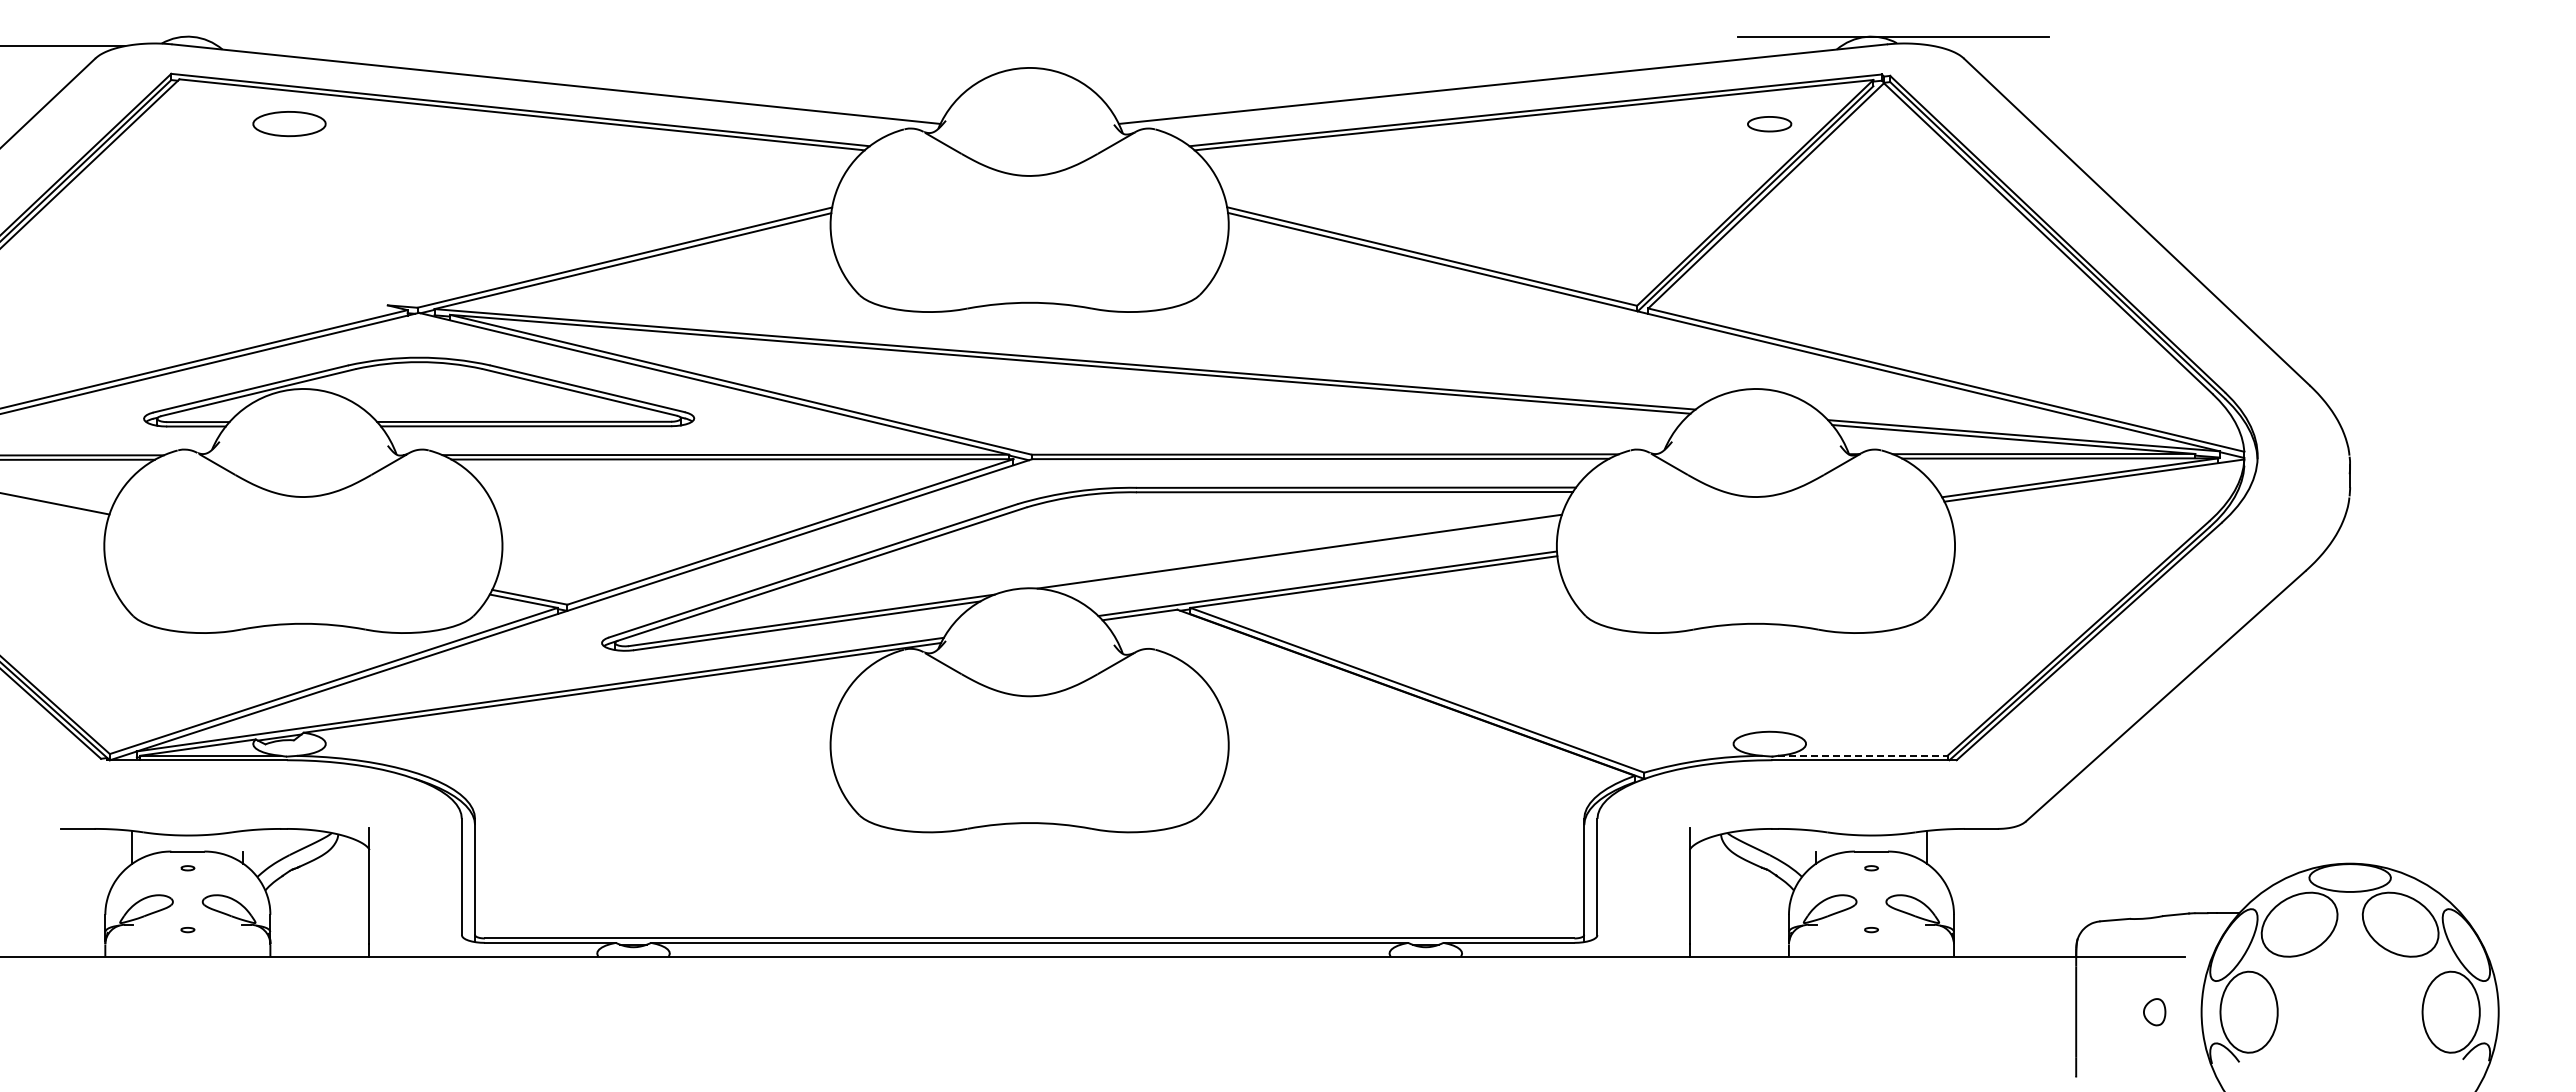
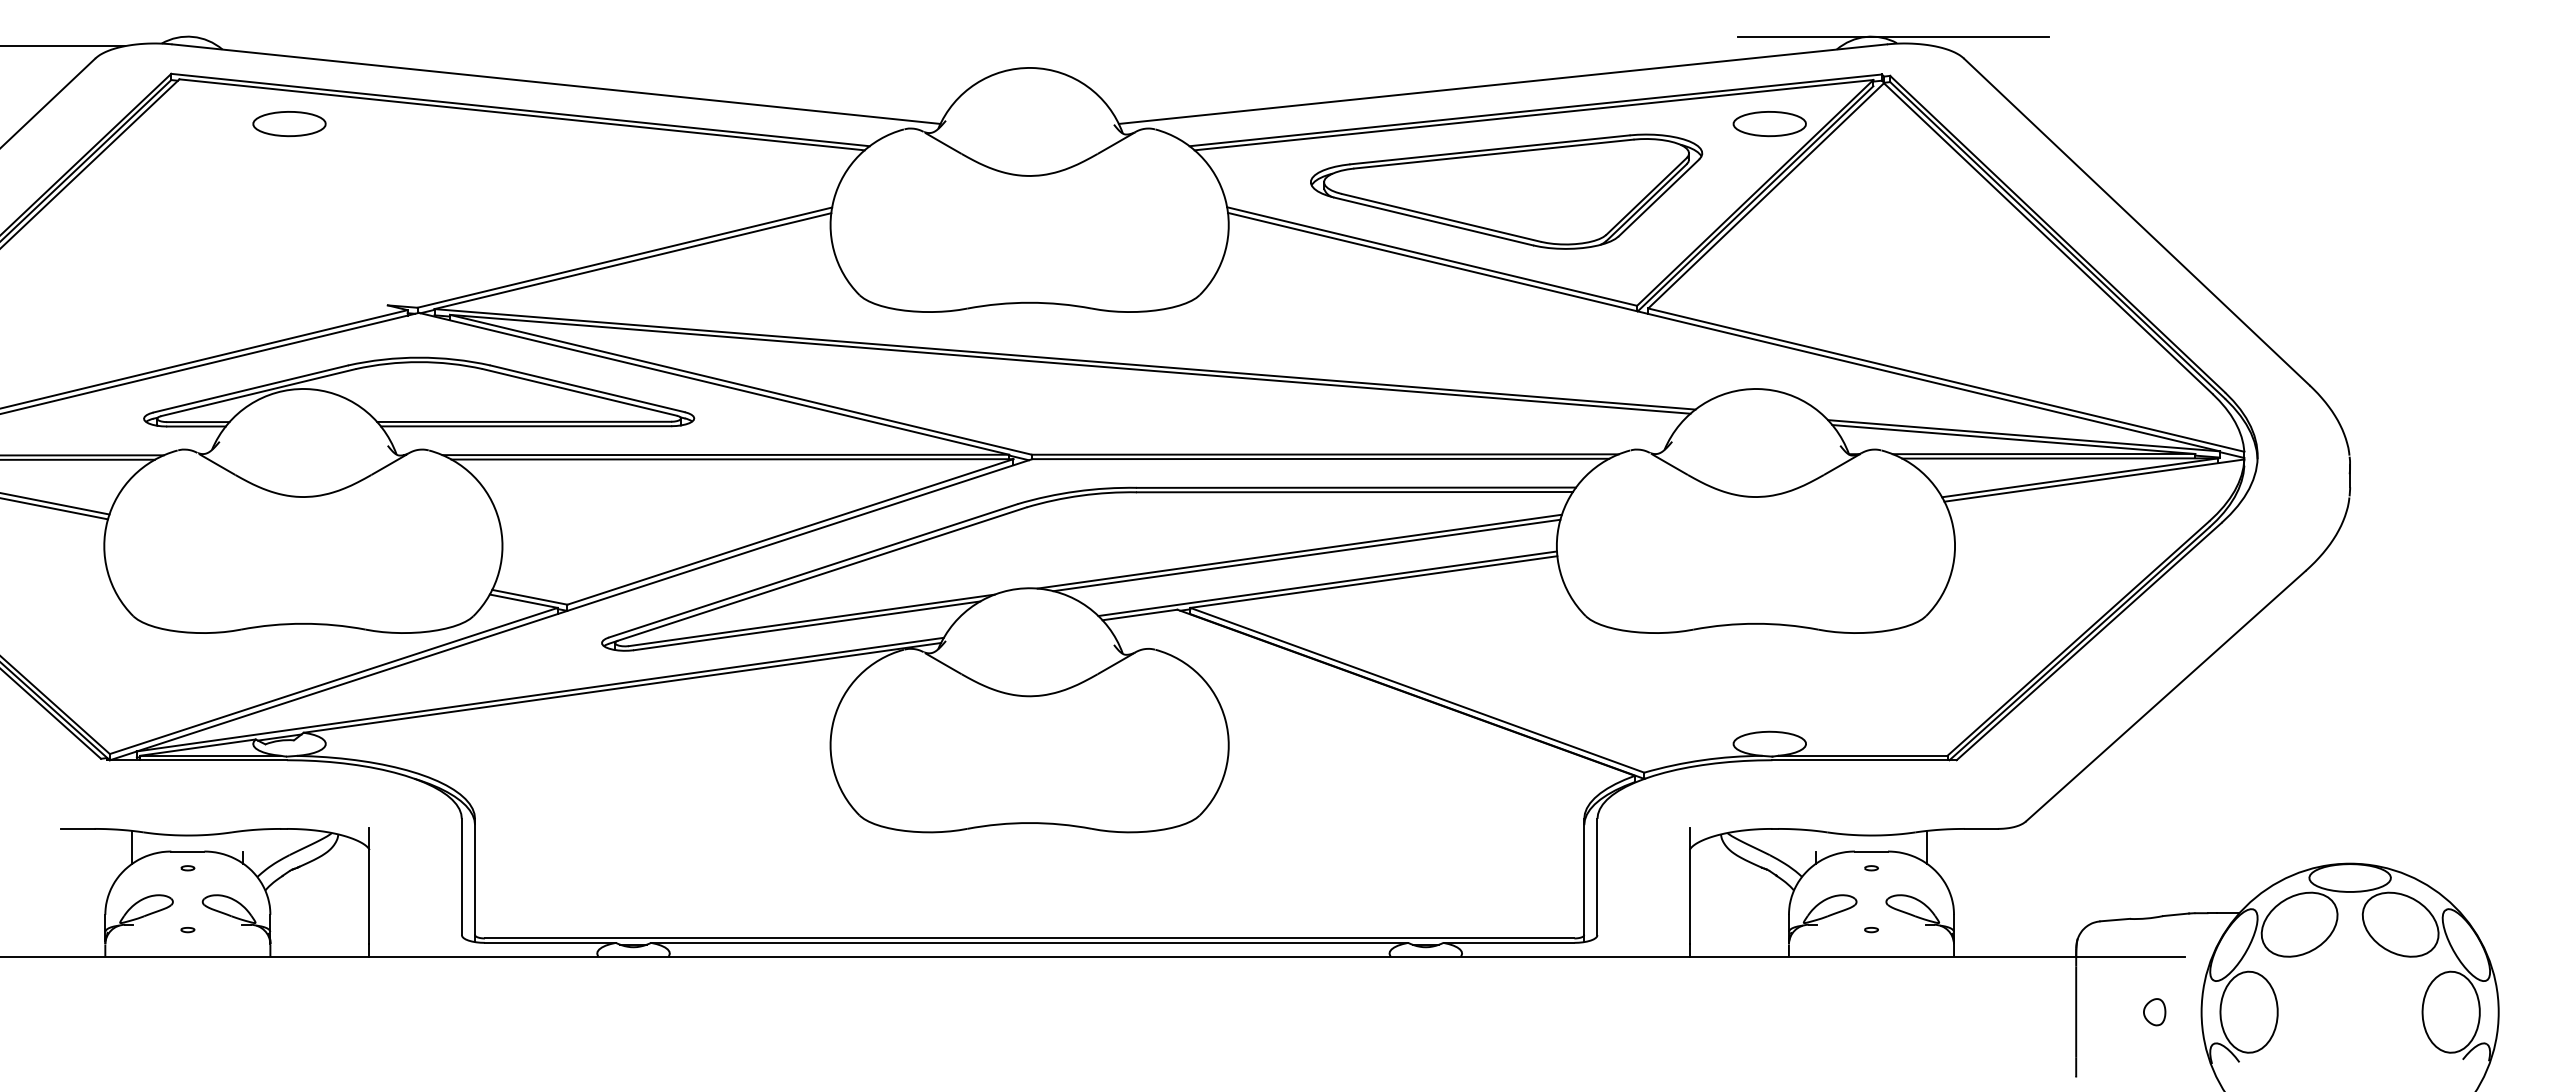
part at (1769, 124) size: 46x17 px -> 75x27 px
part at (1506, 191): none -> present
line at (55, 508): none -> present
line at (1306, 555): none -> present
line at (1862, 755): dashed -> solid
